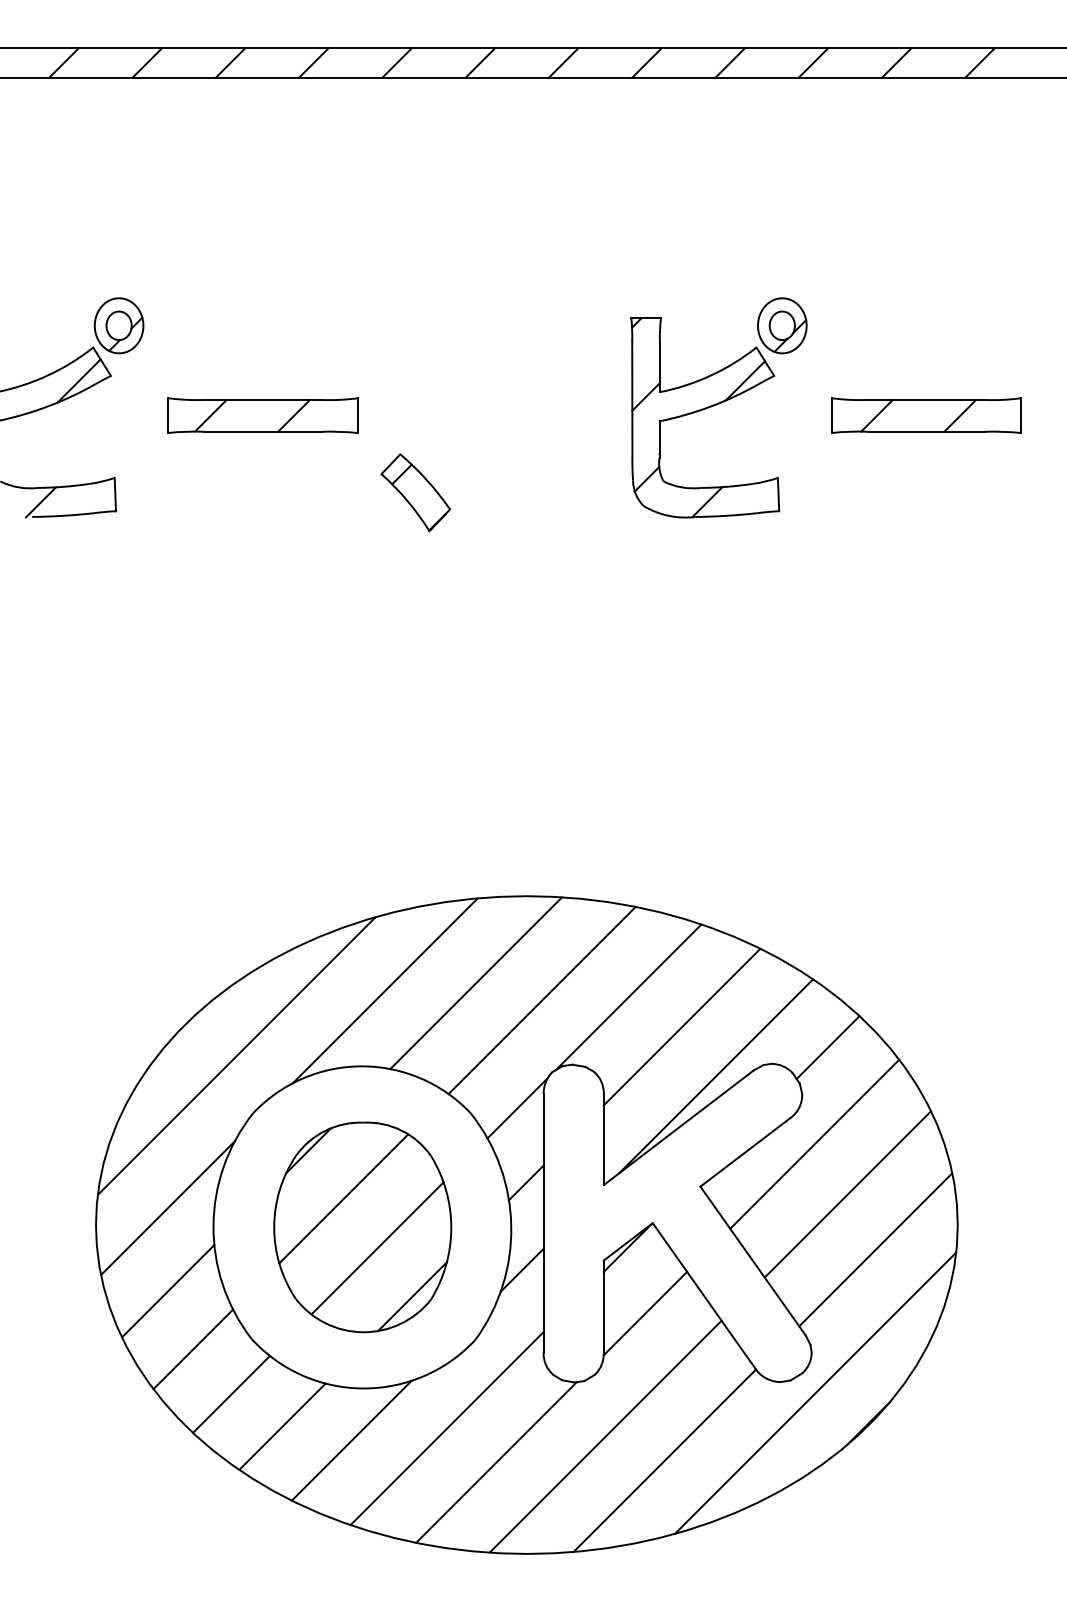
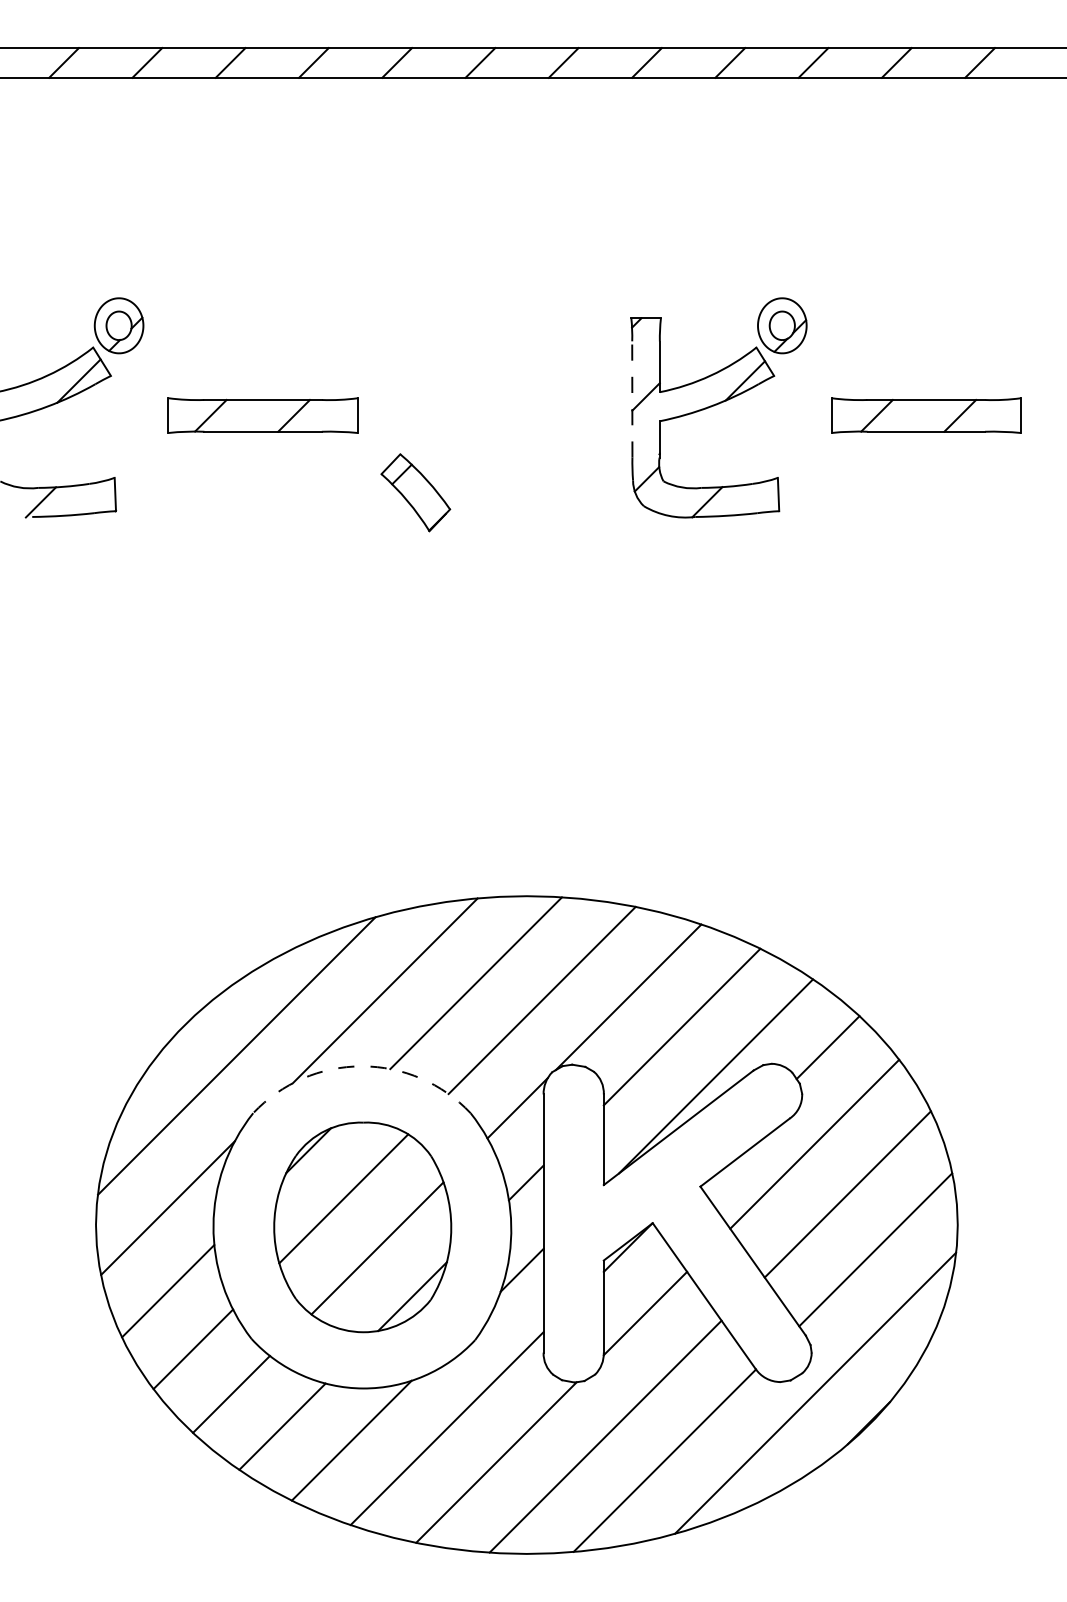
line at (632, 398): solid -> dashed
arc at (361, 1066): solid -> dashed
